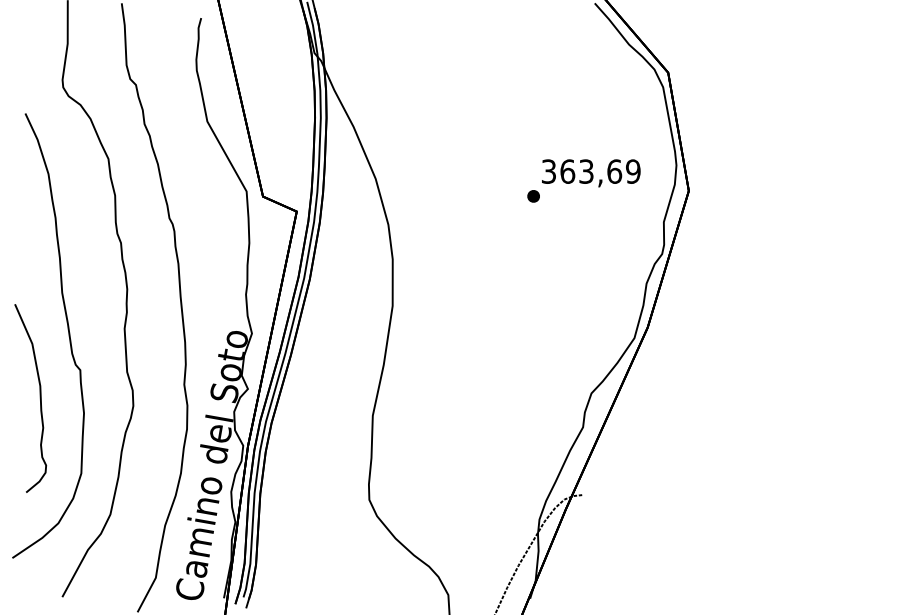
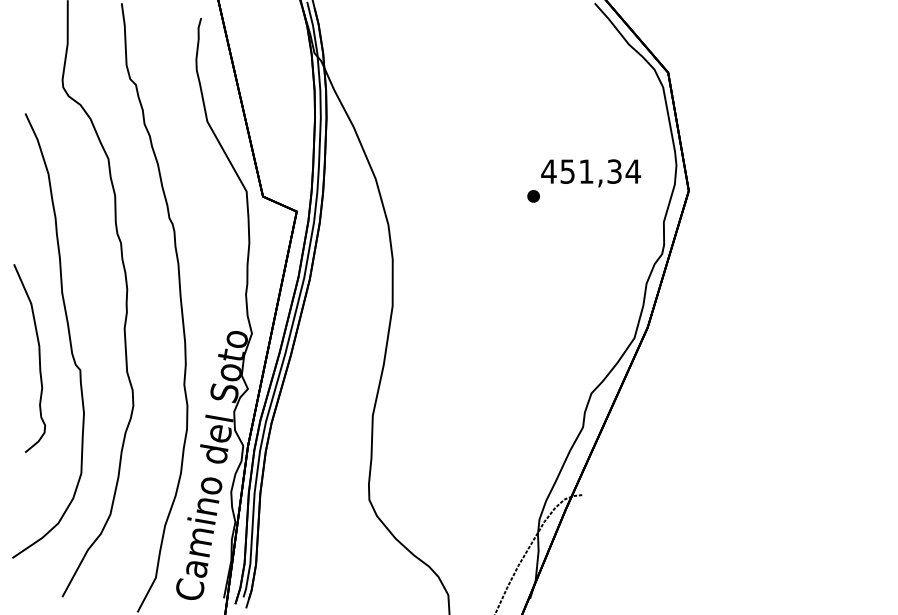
text at (591, 171): 363,69 -> 451,34
curve at (39, 398) position: (39, 398) -> (38, 358)
